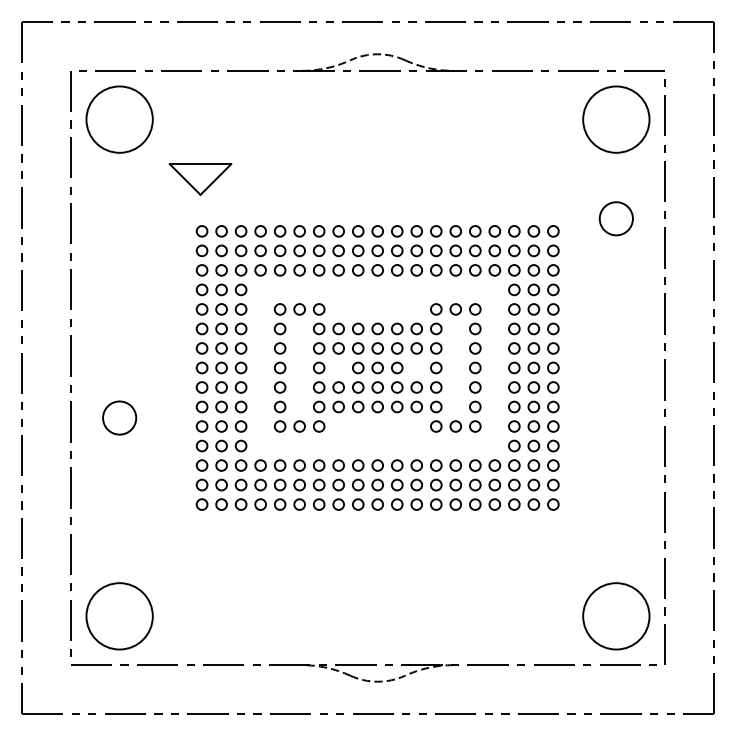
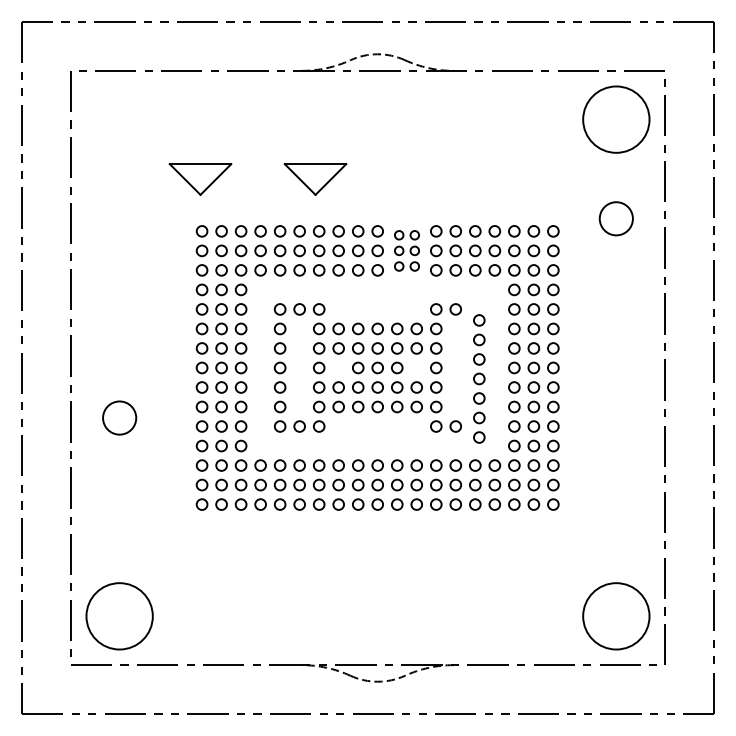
circle at (119, 119): present -> none
part at (315, 179): none -> present
part at (406, 250) size: 32x52 px -> 26x42 px
part at (475, 367) position: (475, 367) -> (479, 378)
